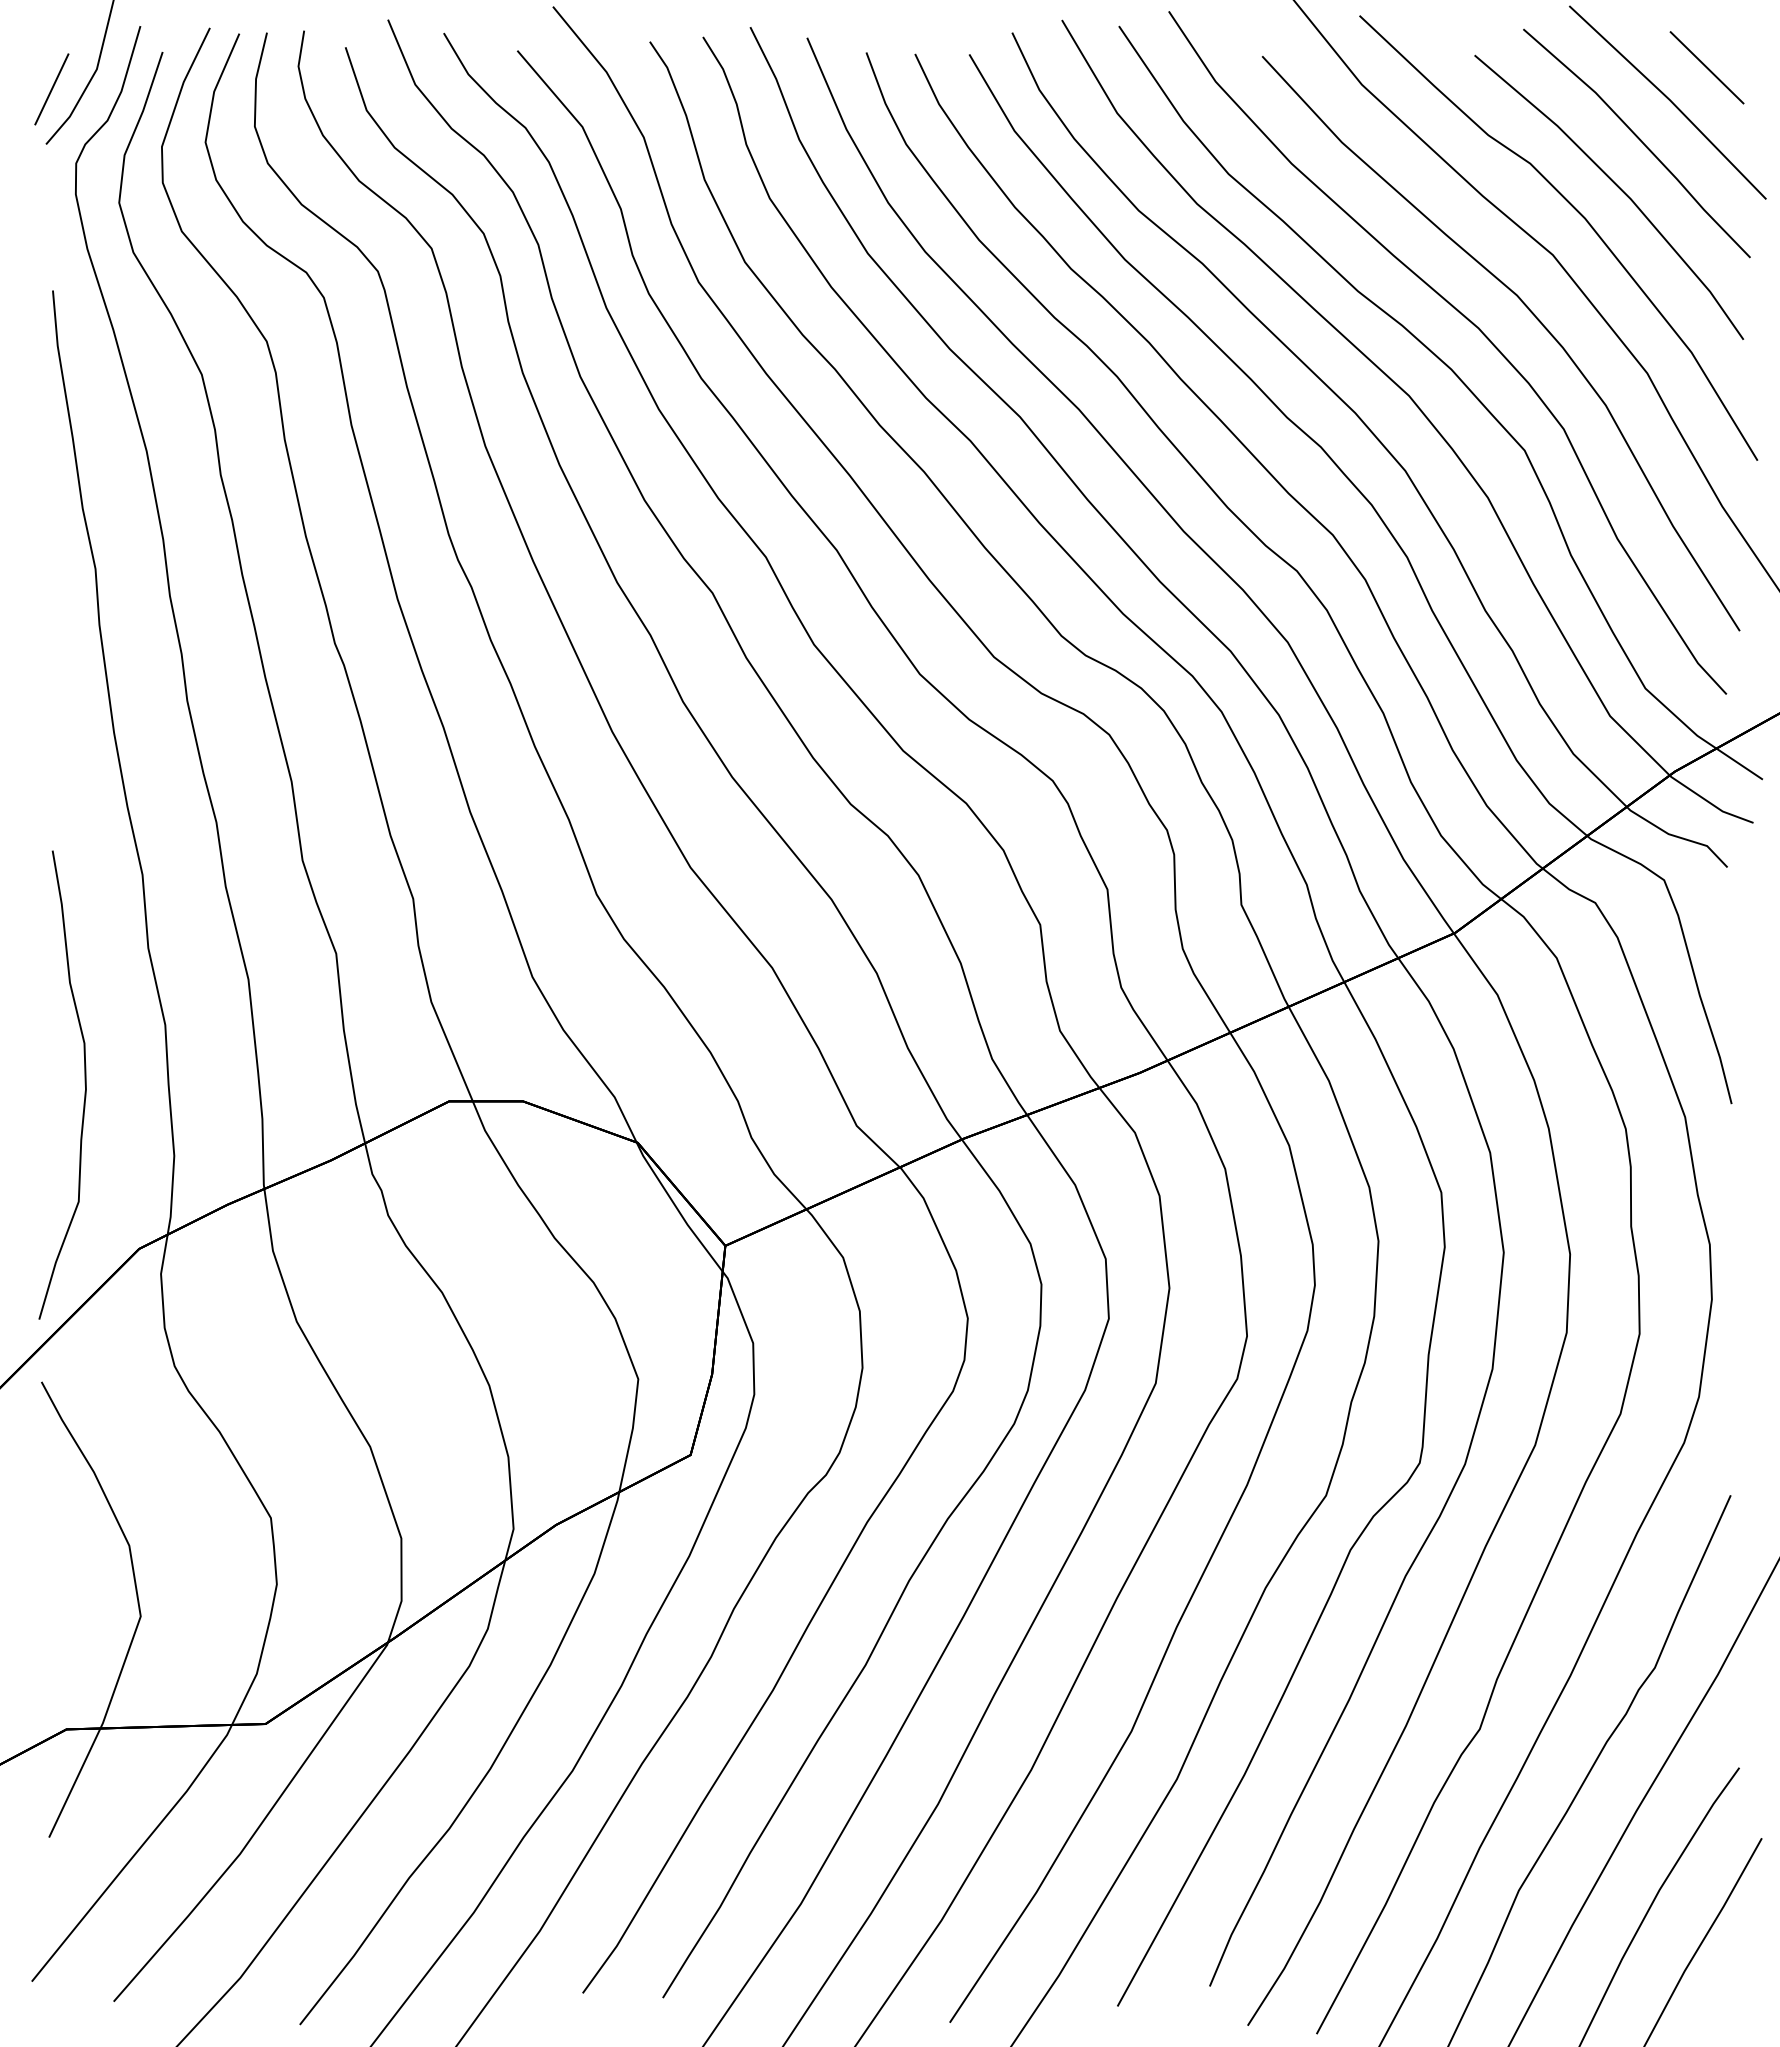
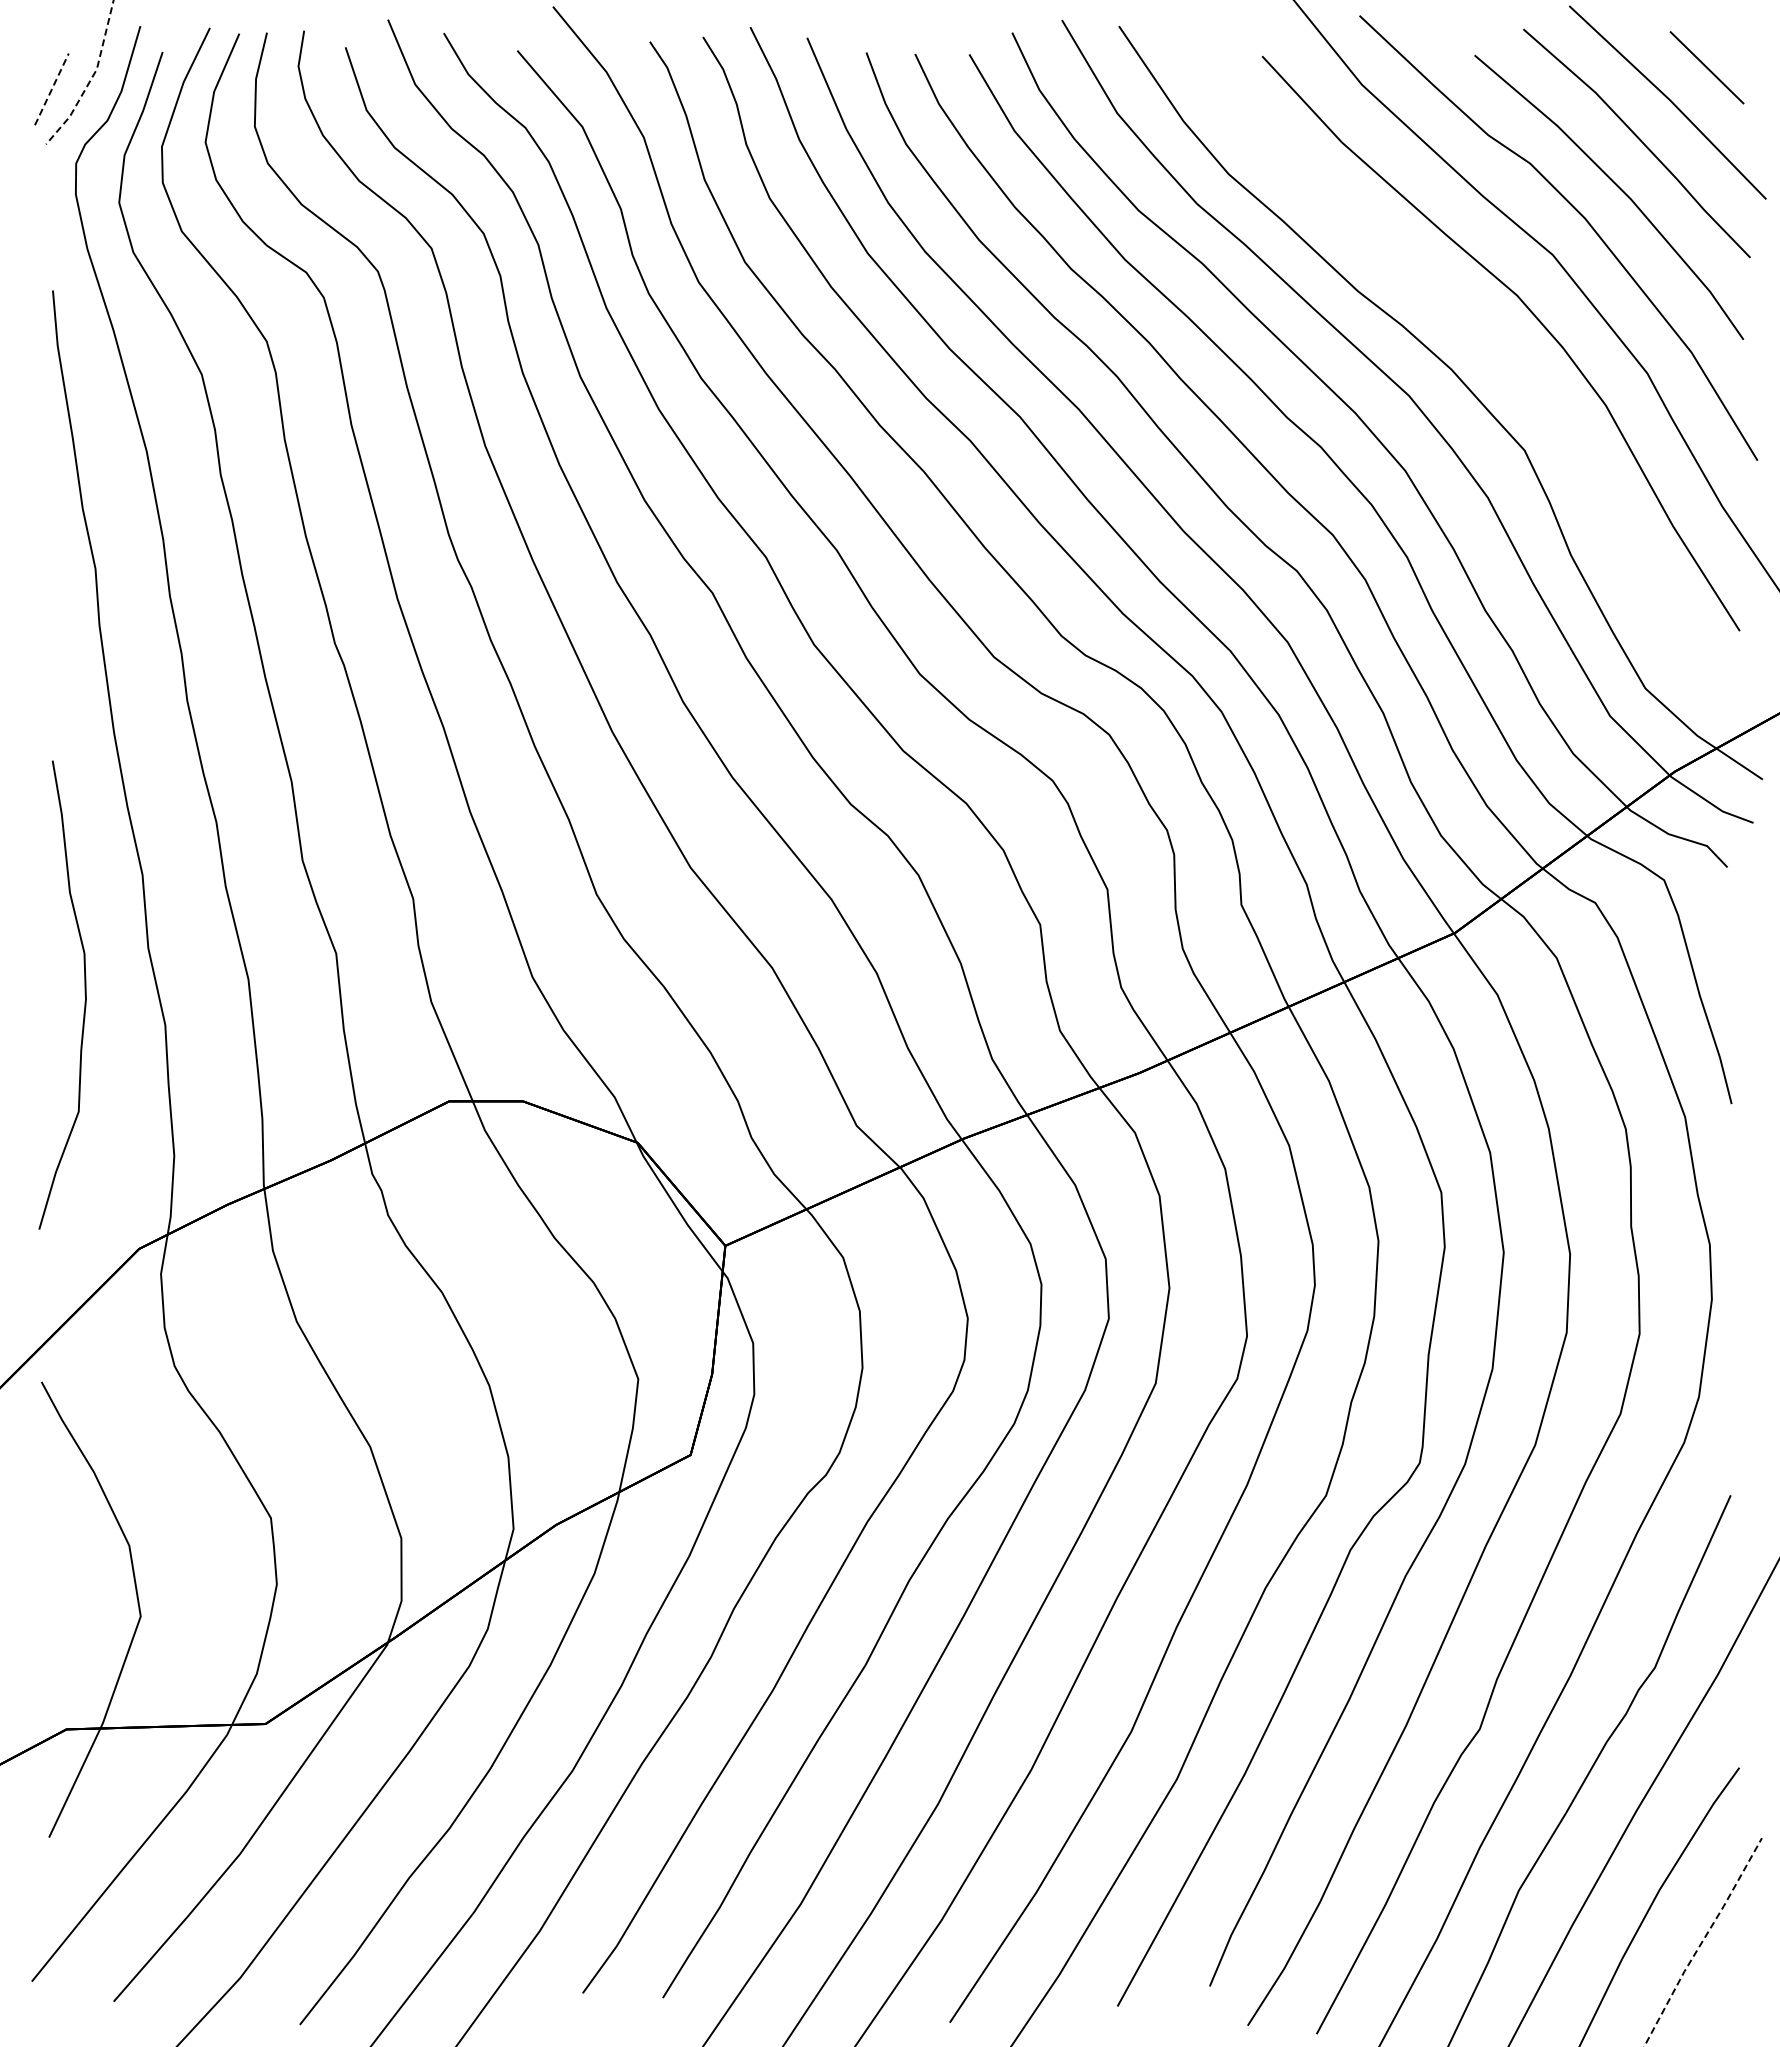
line at (91, 78): solid -> dashed
line at (51, 89): solid -> dashed
curve at (1473, 325): present -> none
curve at (84, 1084) position: (84, 1084) -> (84, 994)
line at (1702, 1941): solid -> dashed
